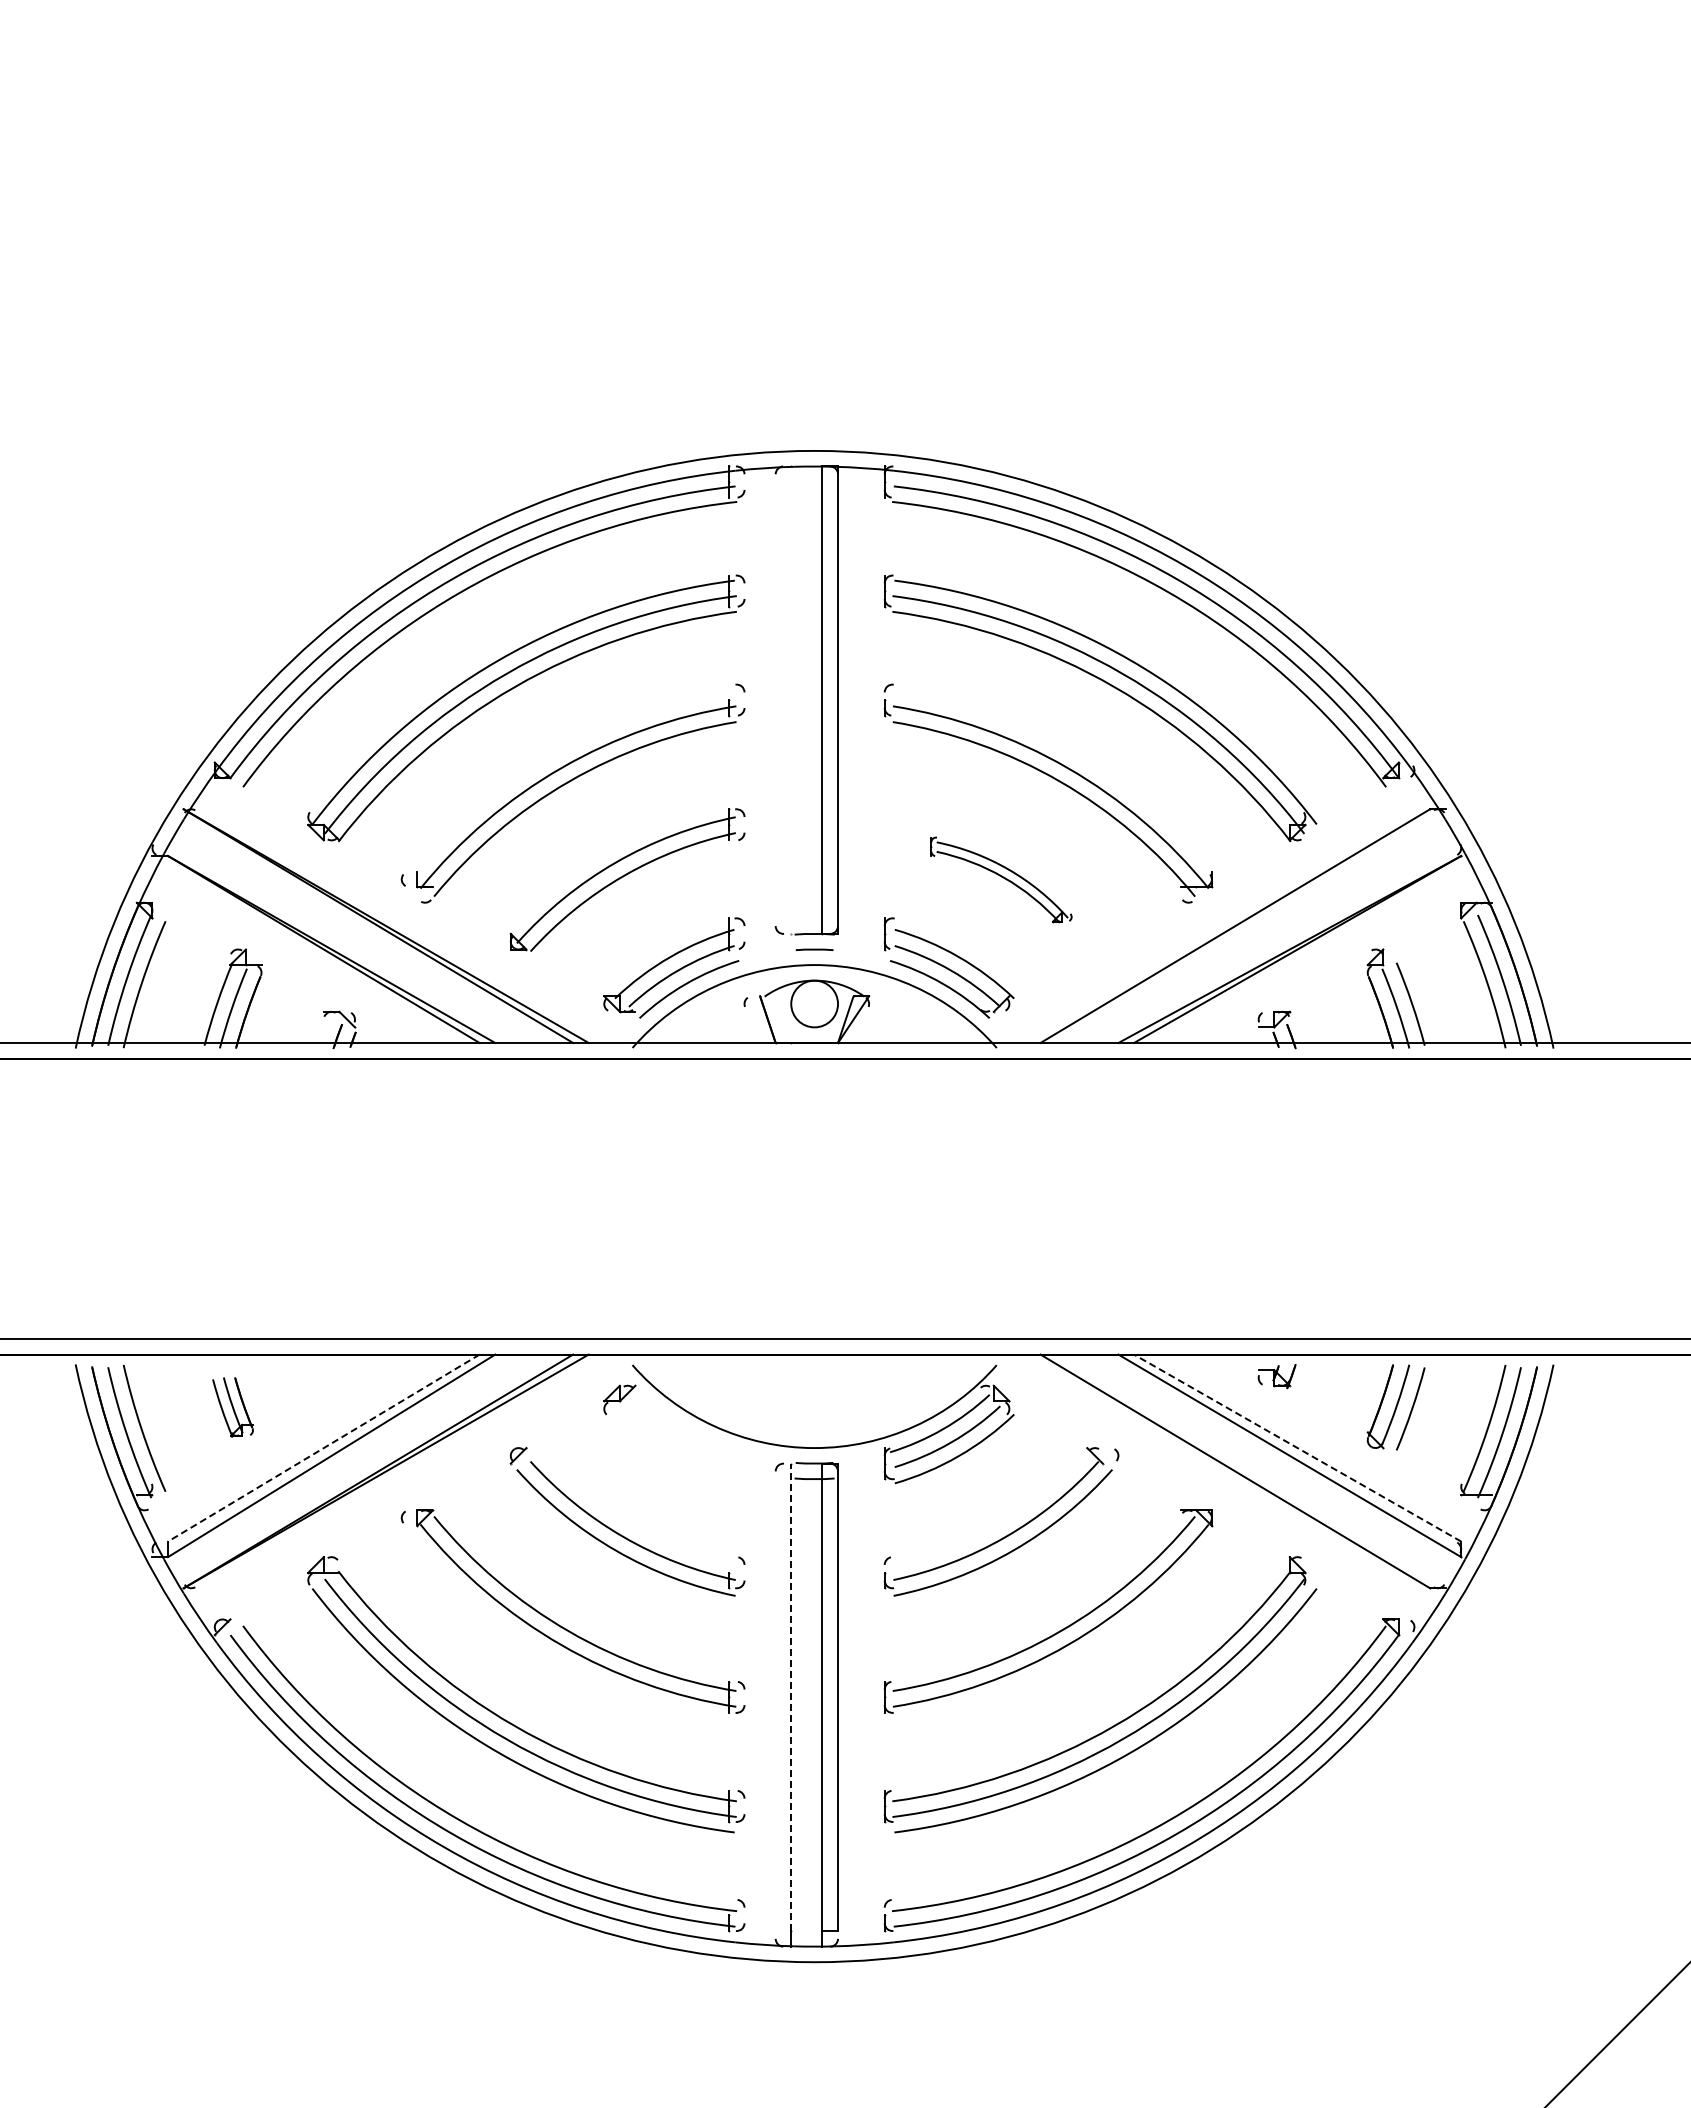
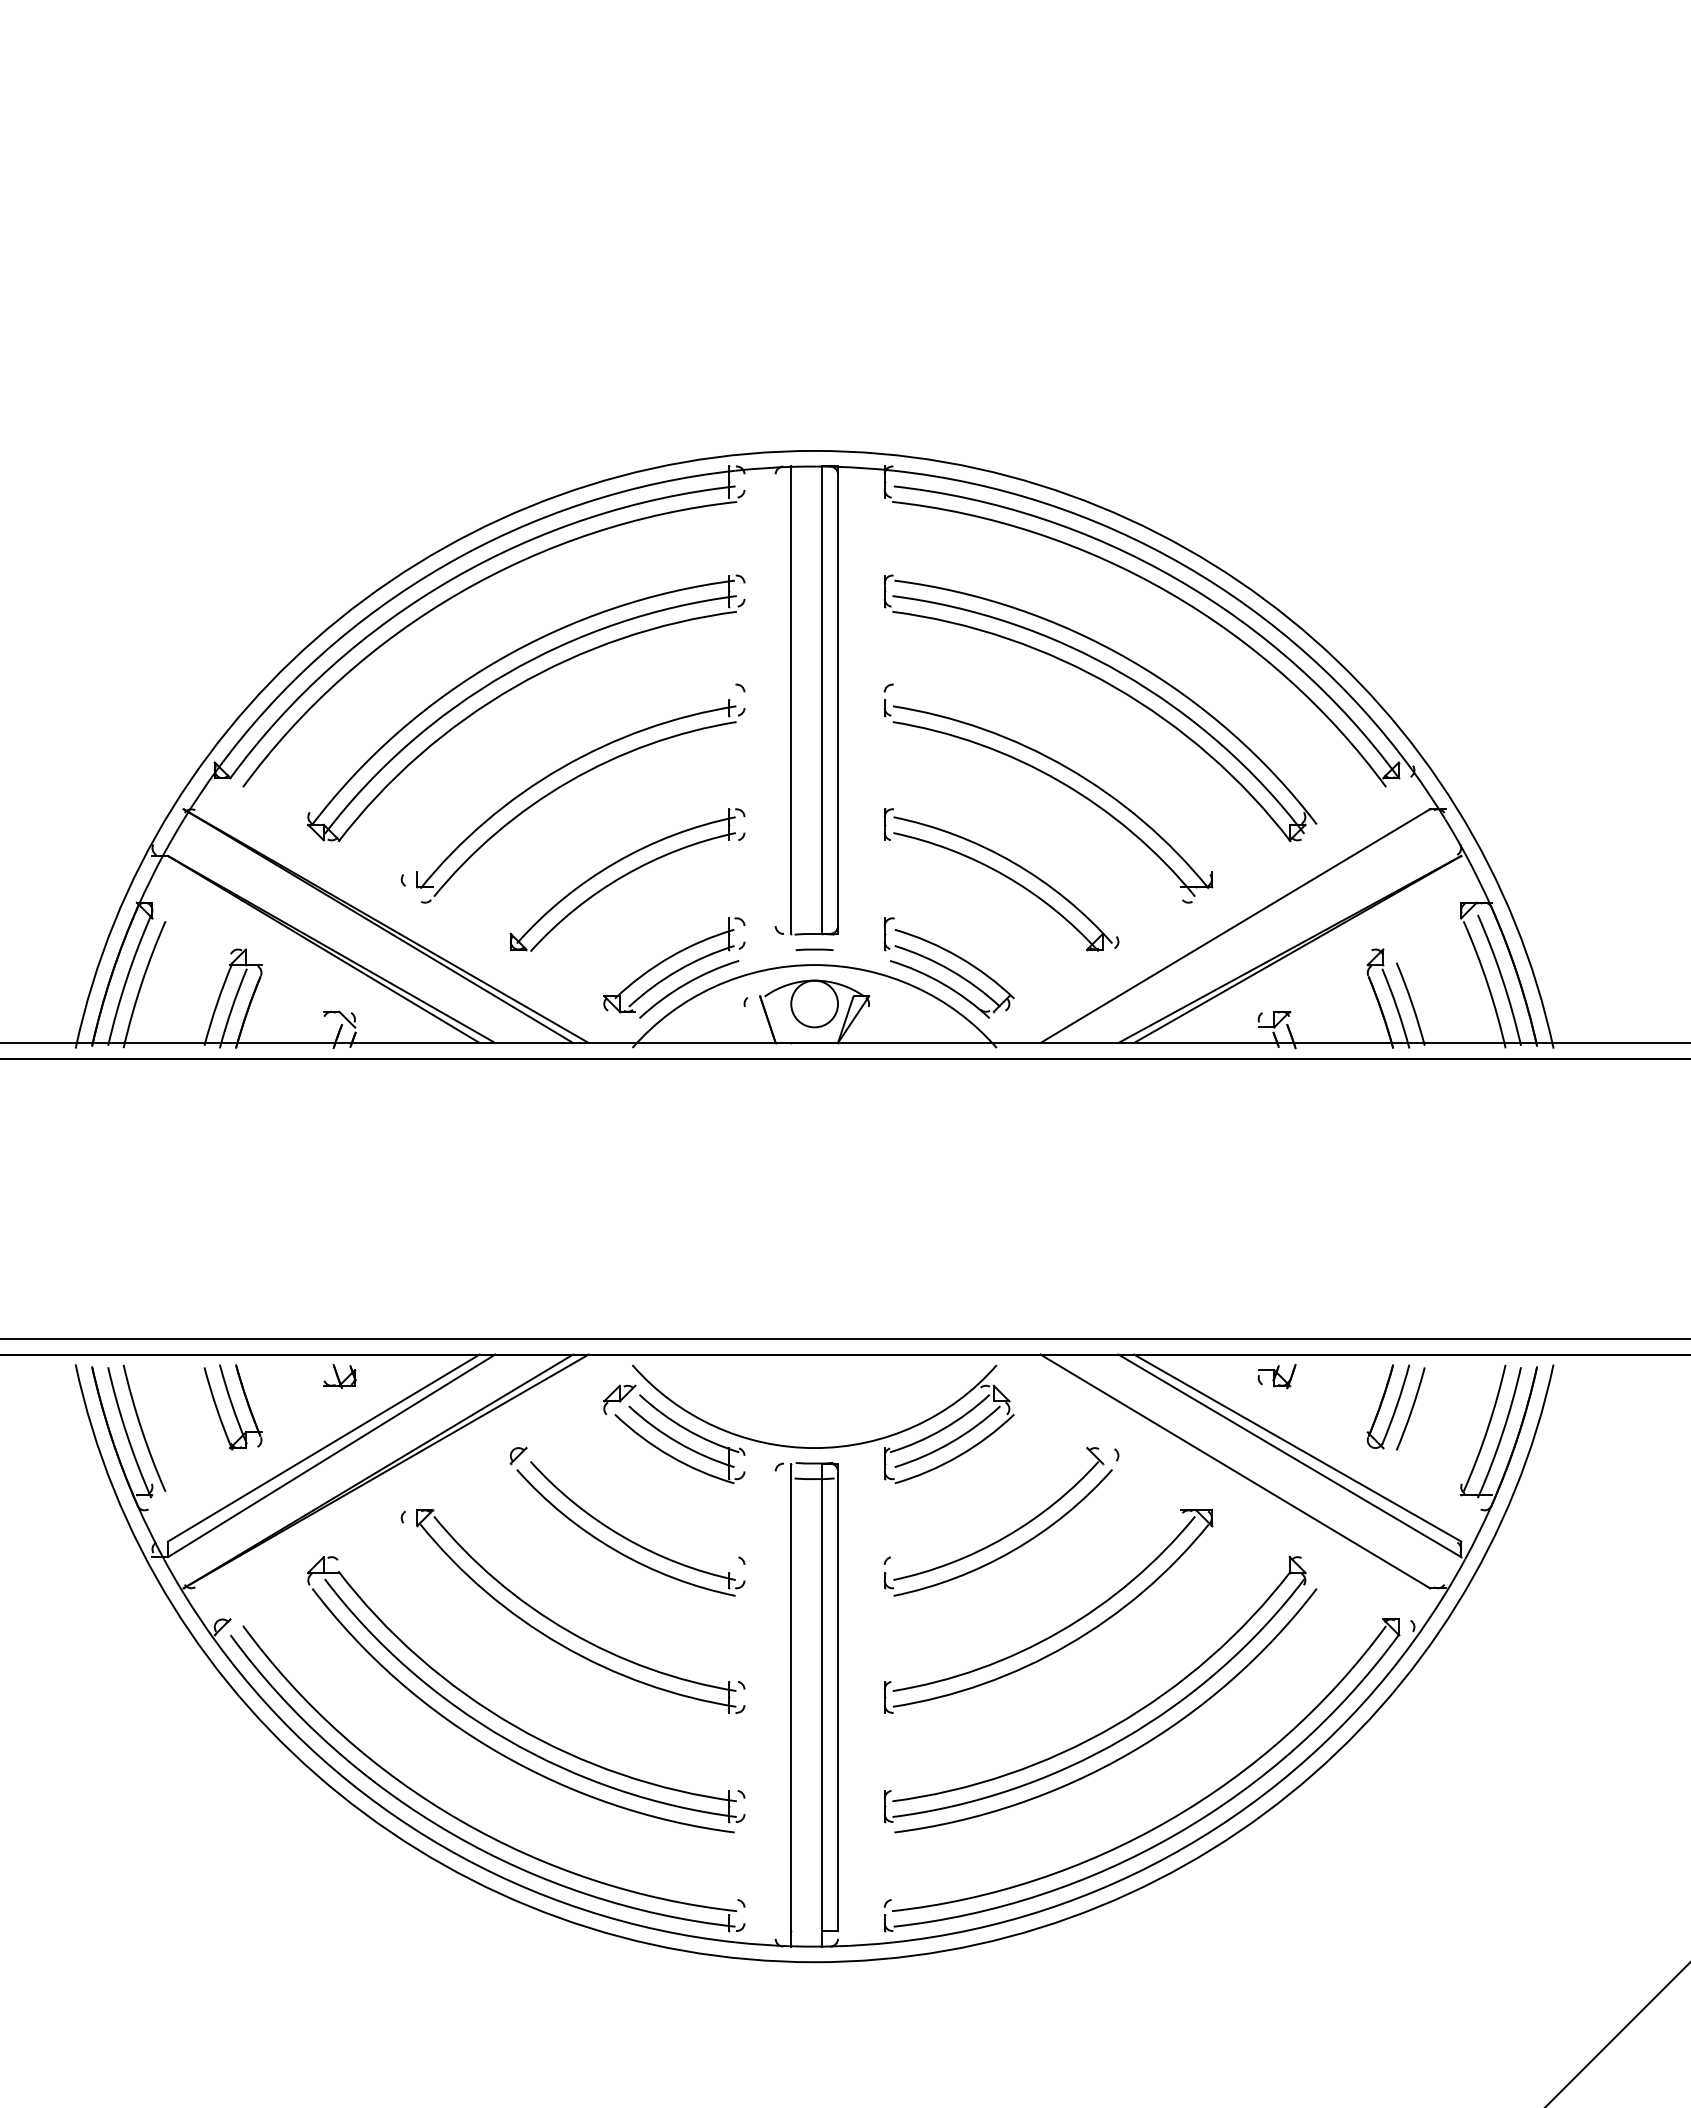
line at (791, 699): none -> present
part at (1001, 879) size: 143x88 px -> 237x144 px
part at (339, 1376): none -> present
part at (232, 1407) size: 42x61 px -> 60x87 px
part at (679, 1439): none -> present
line at (1297, 1447): dashed -> solid
line at (323, 1448): dashed -> solid
line at (791, 1697): dashed -> solid
